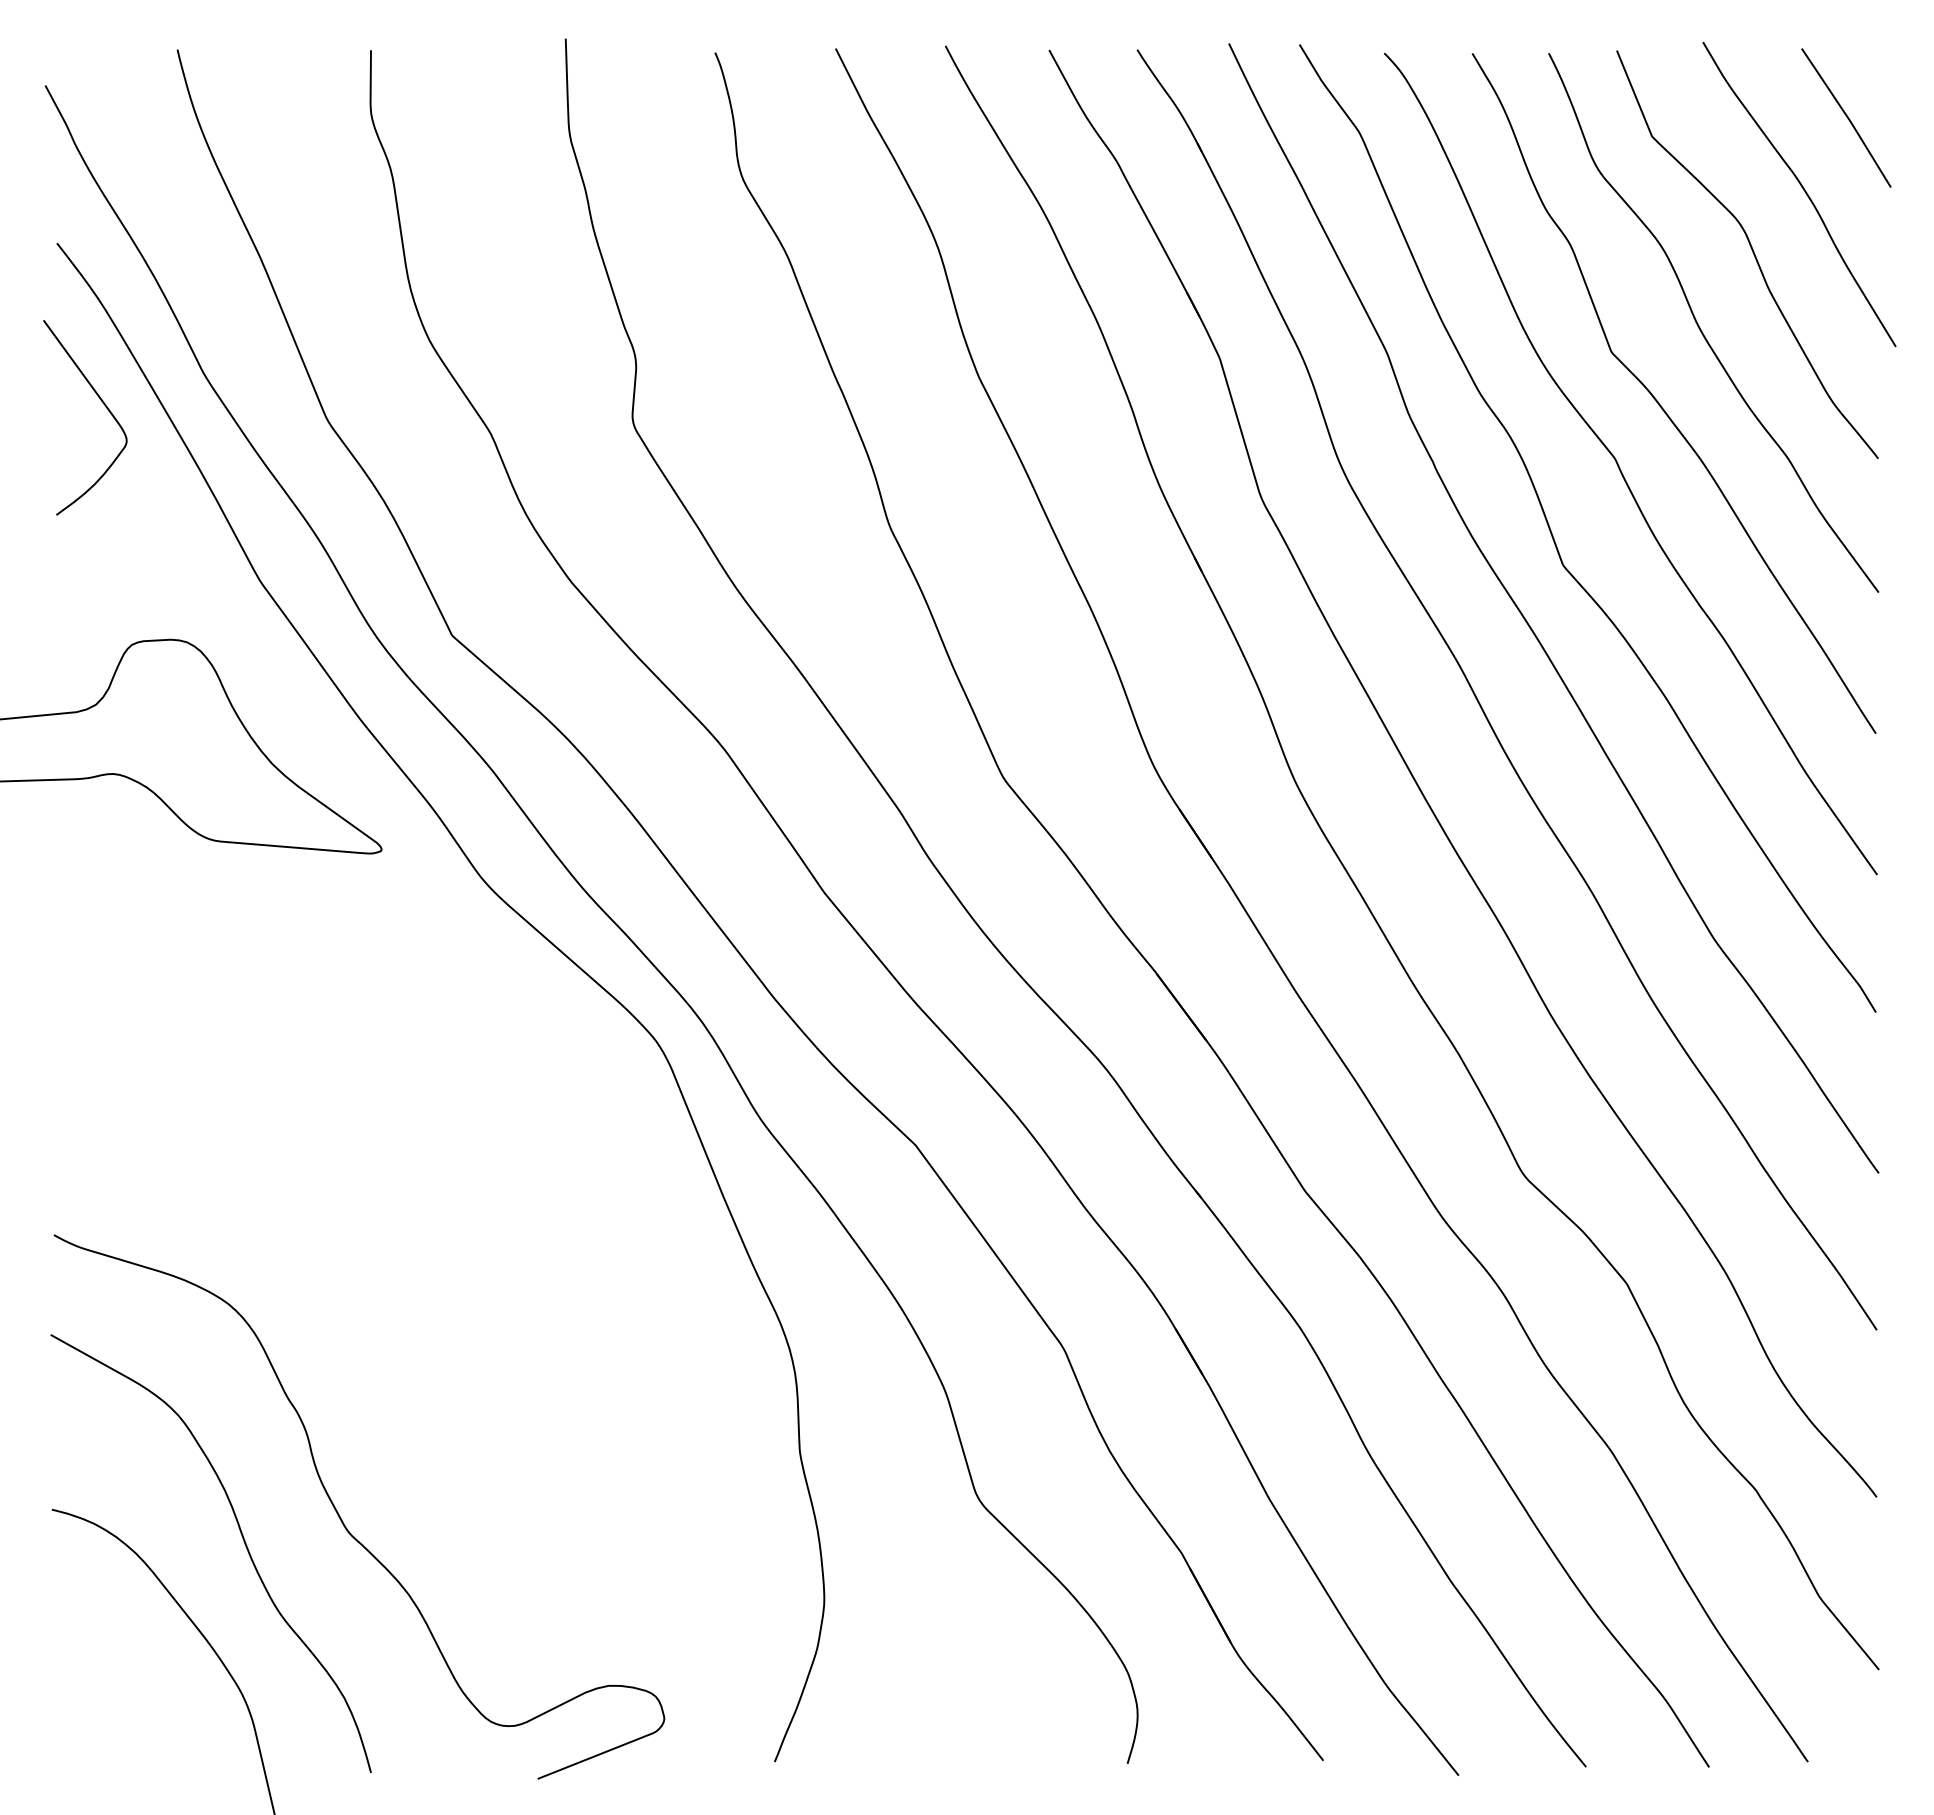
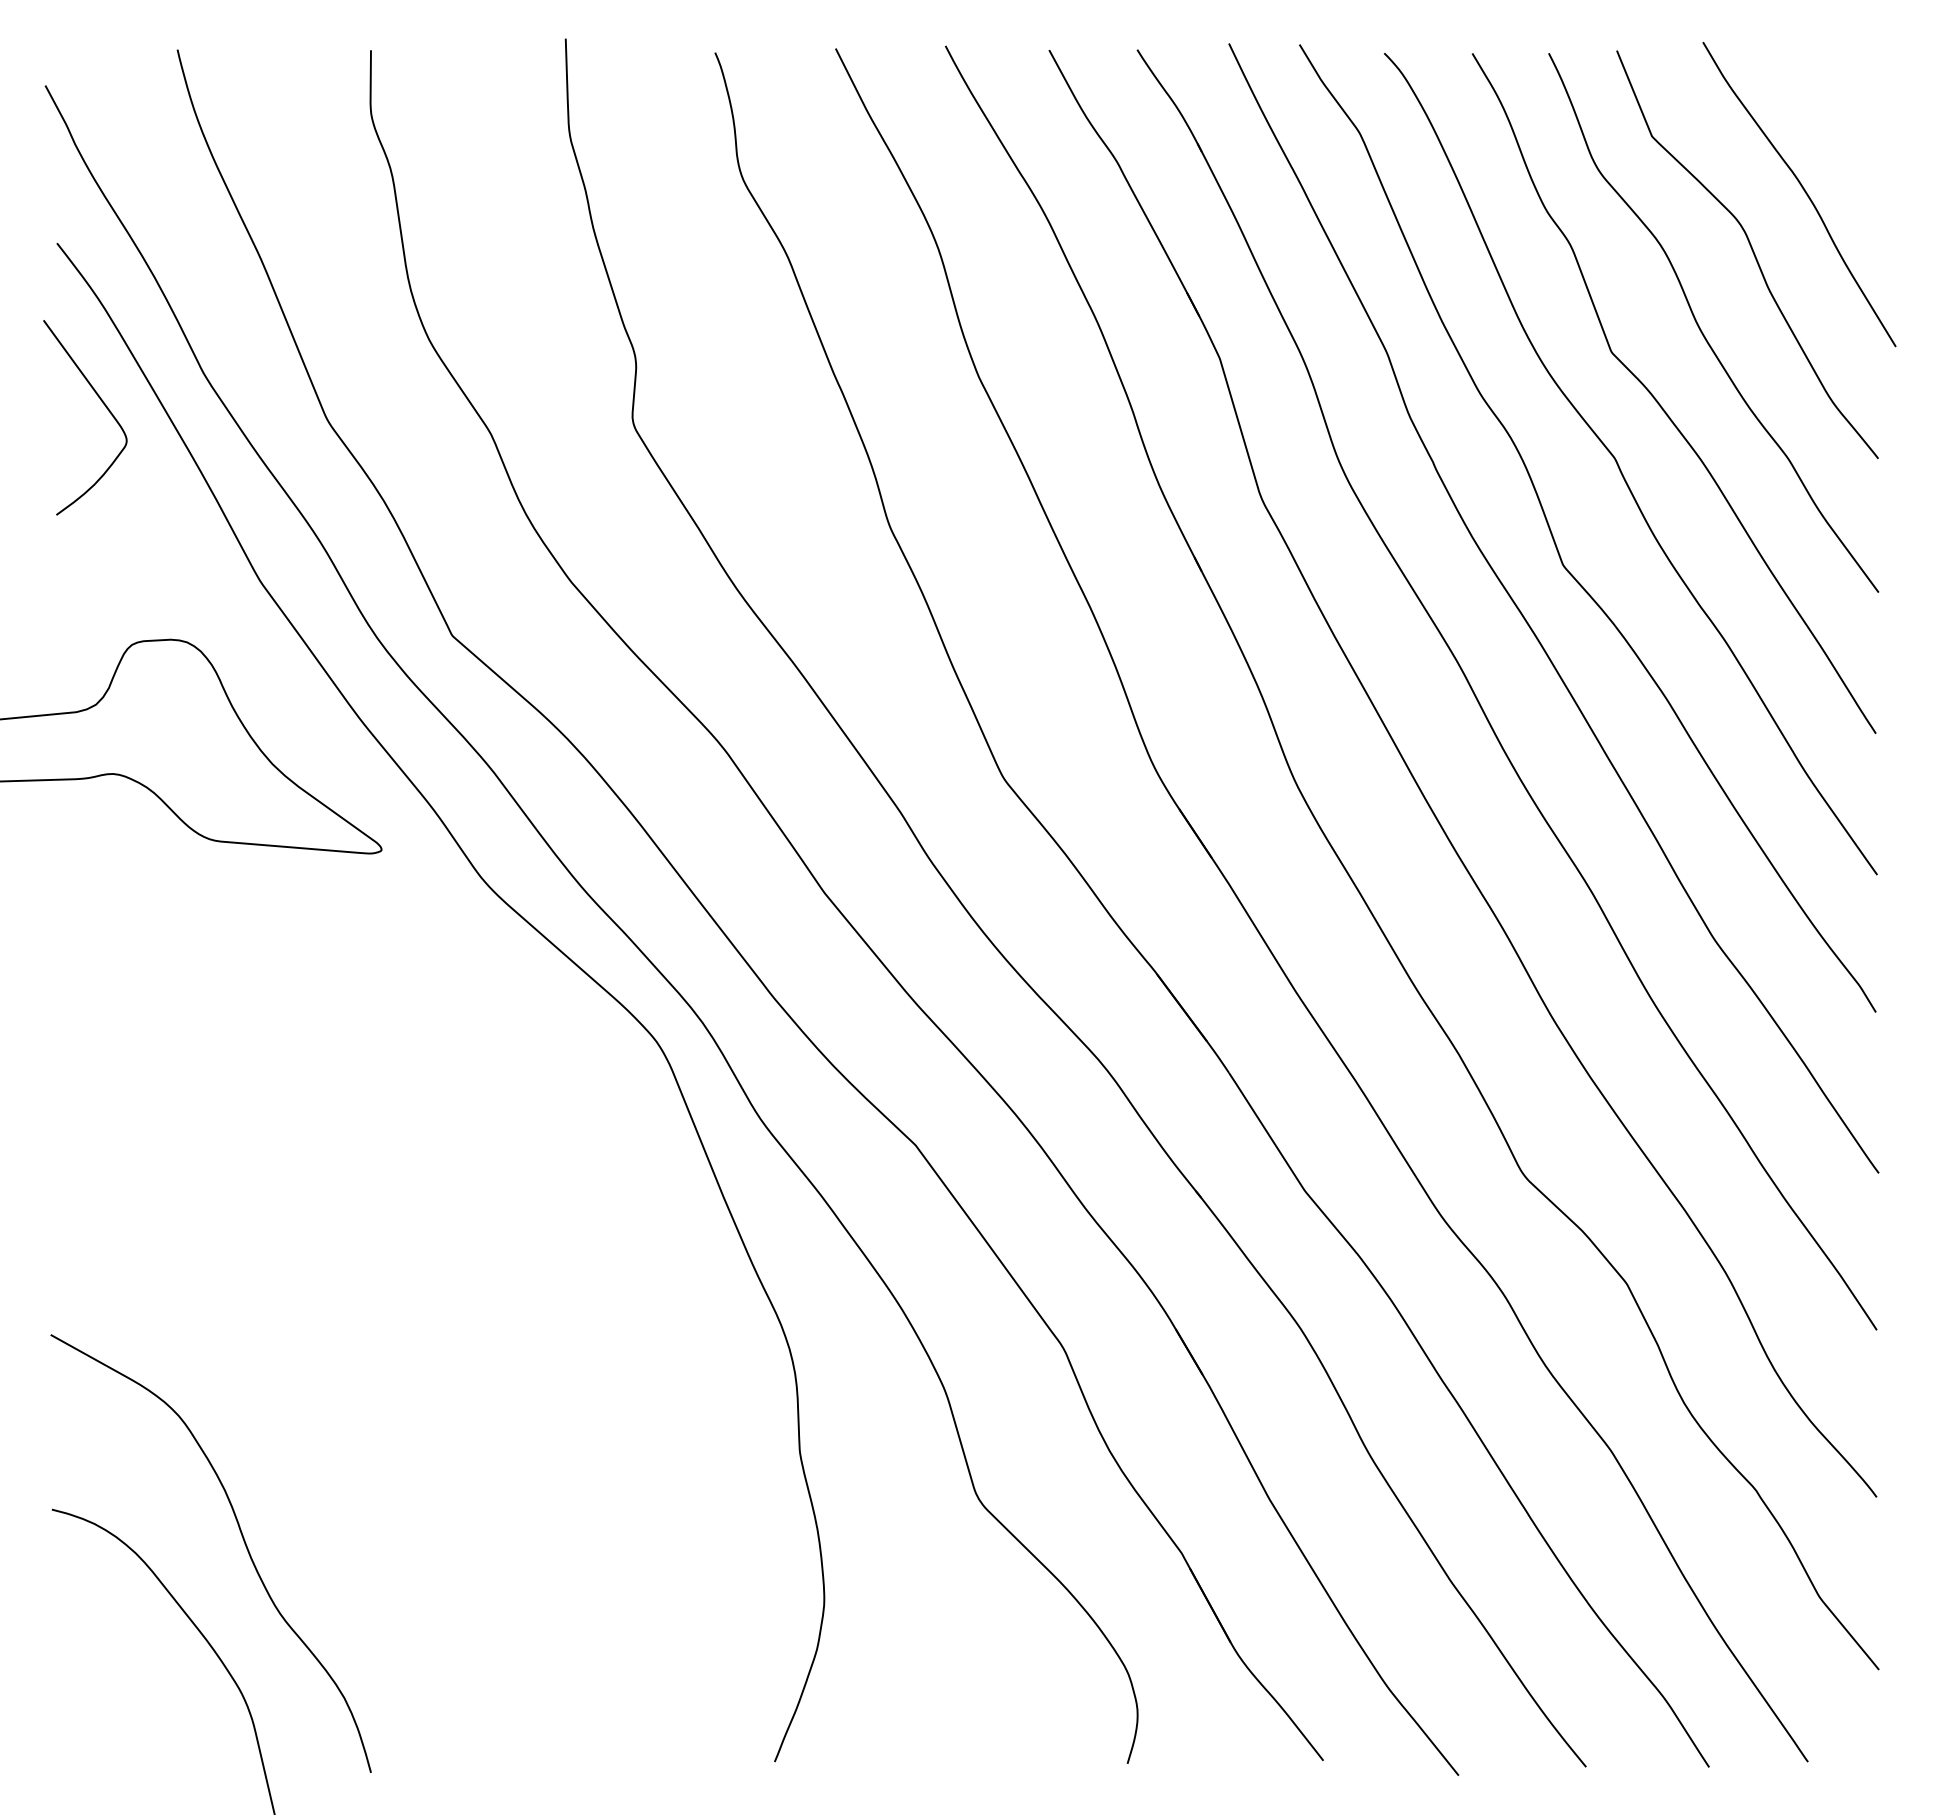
curve at (1846, 117): present -> none
curve at (342, 1519): present -> none
